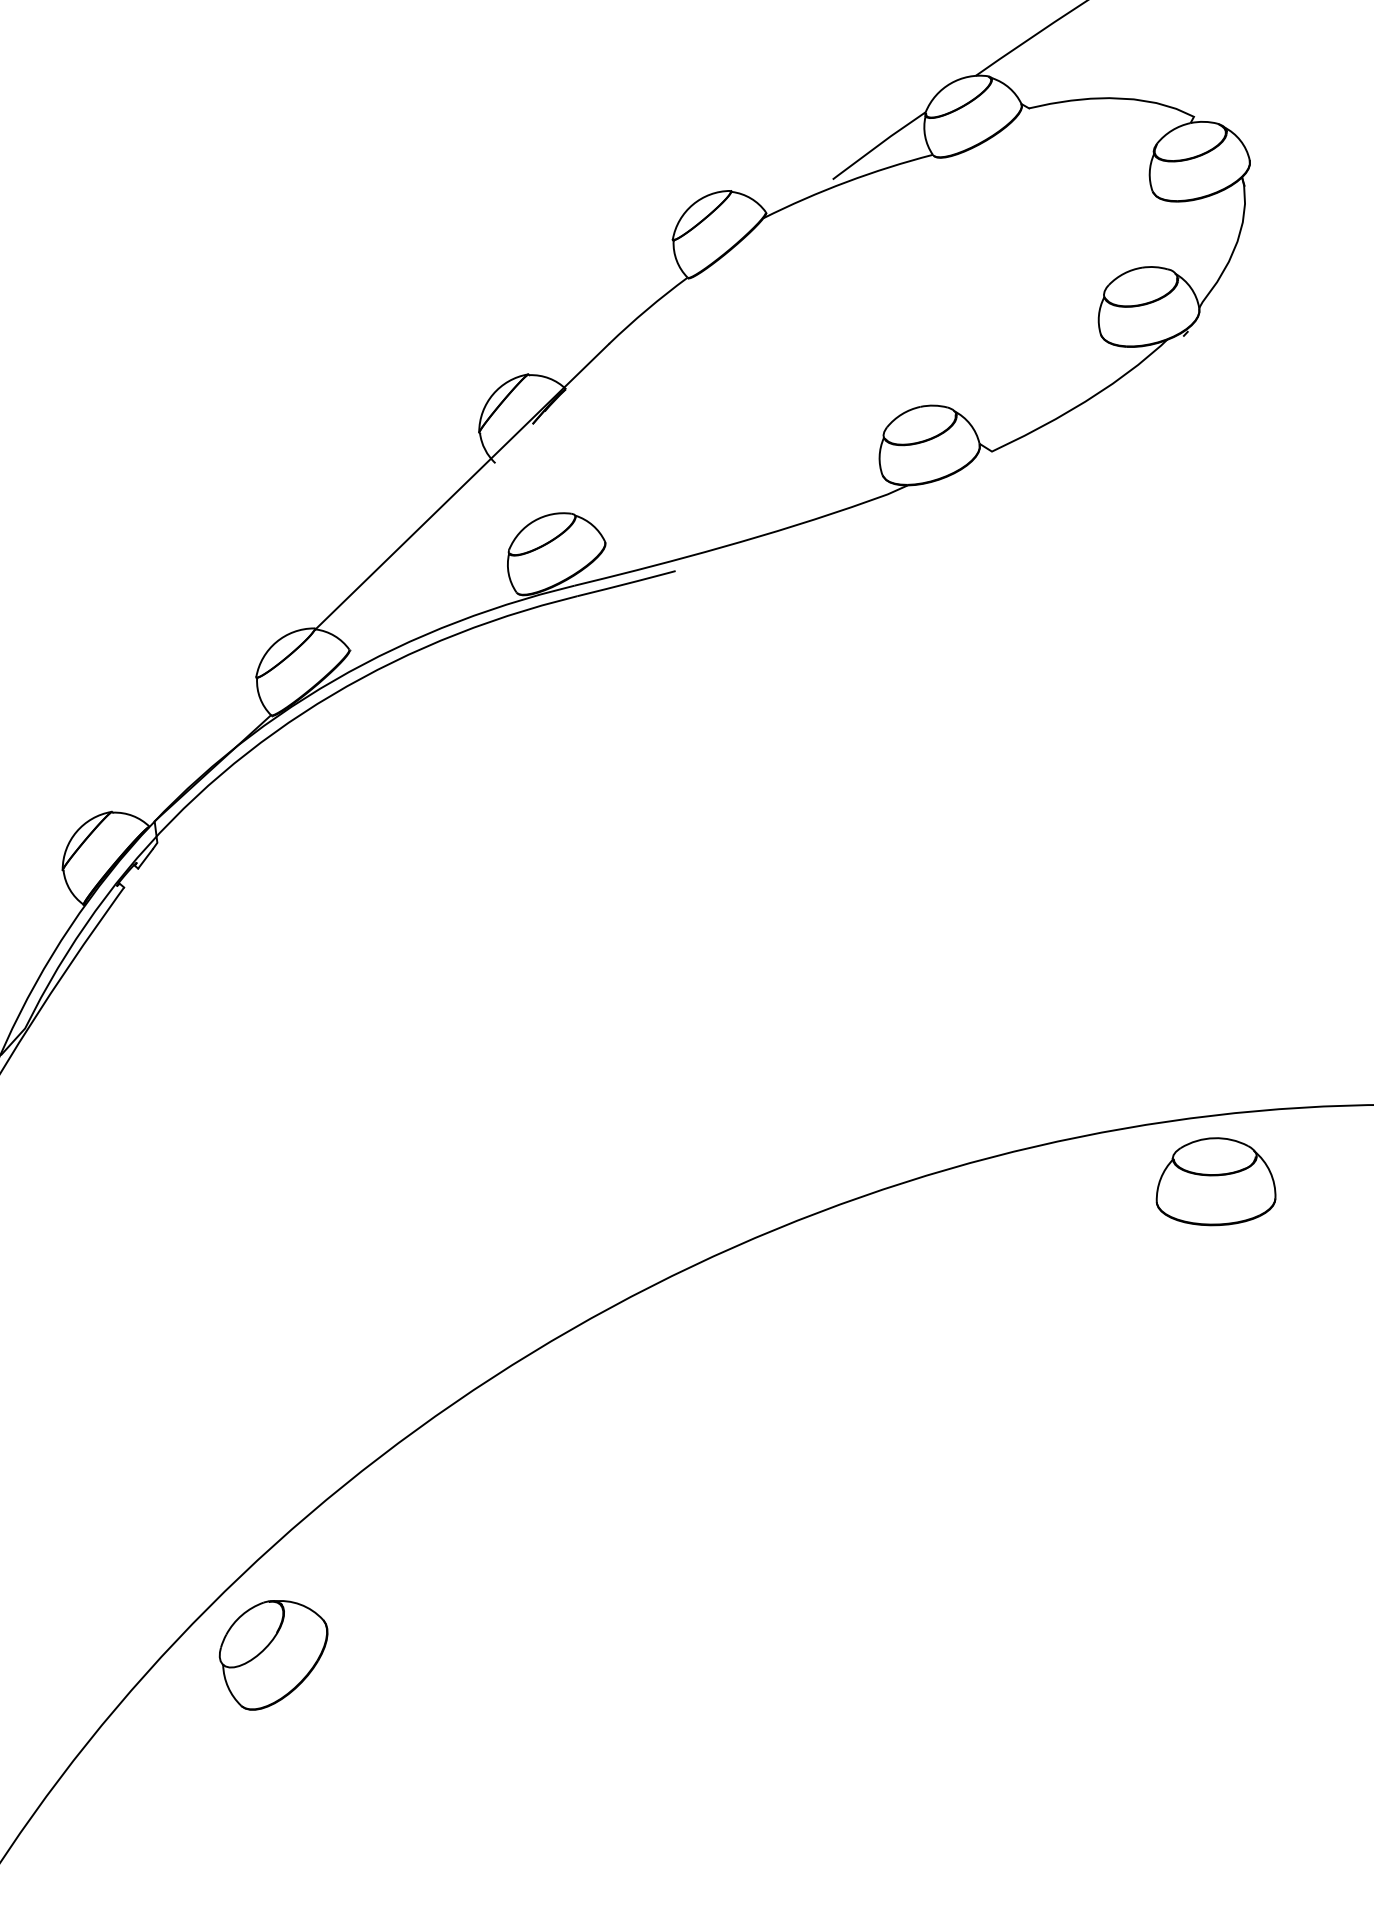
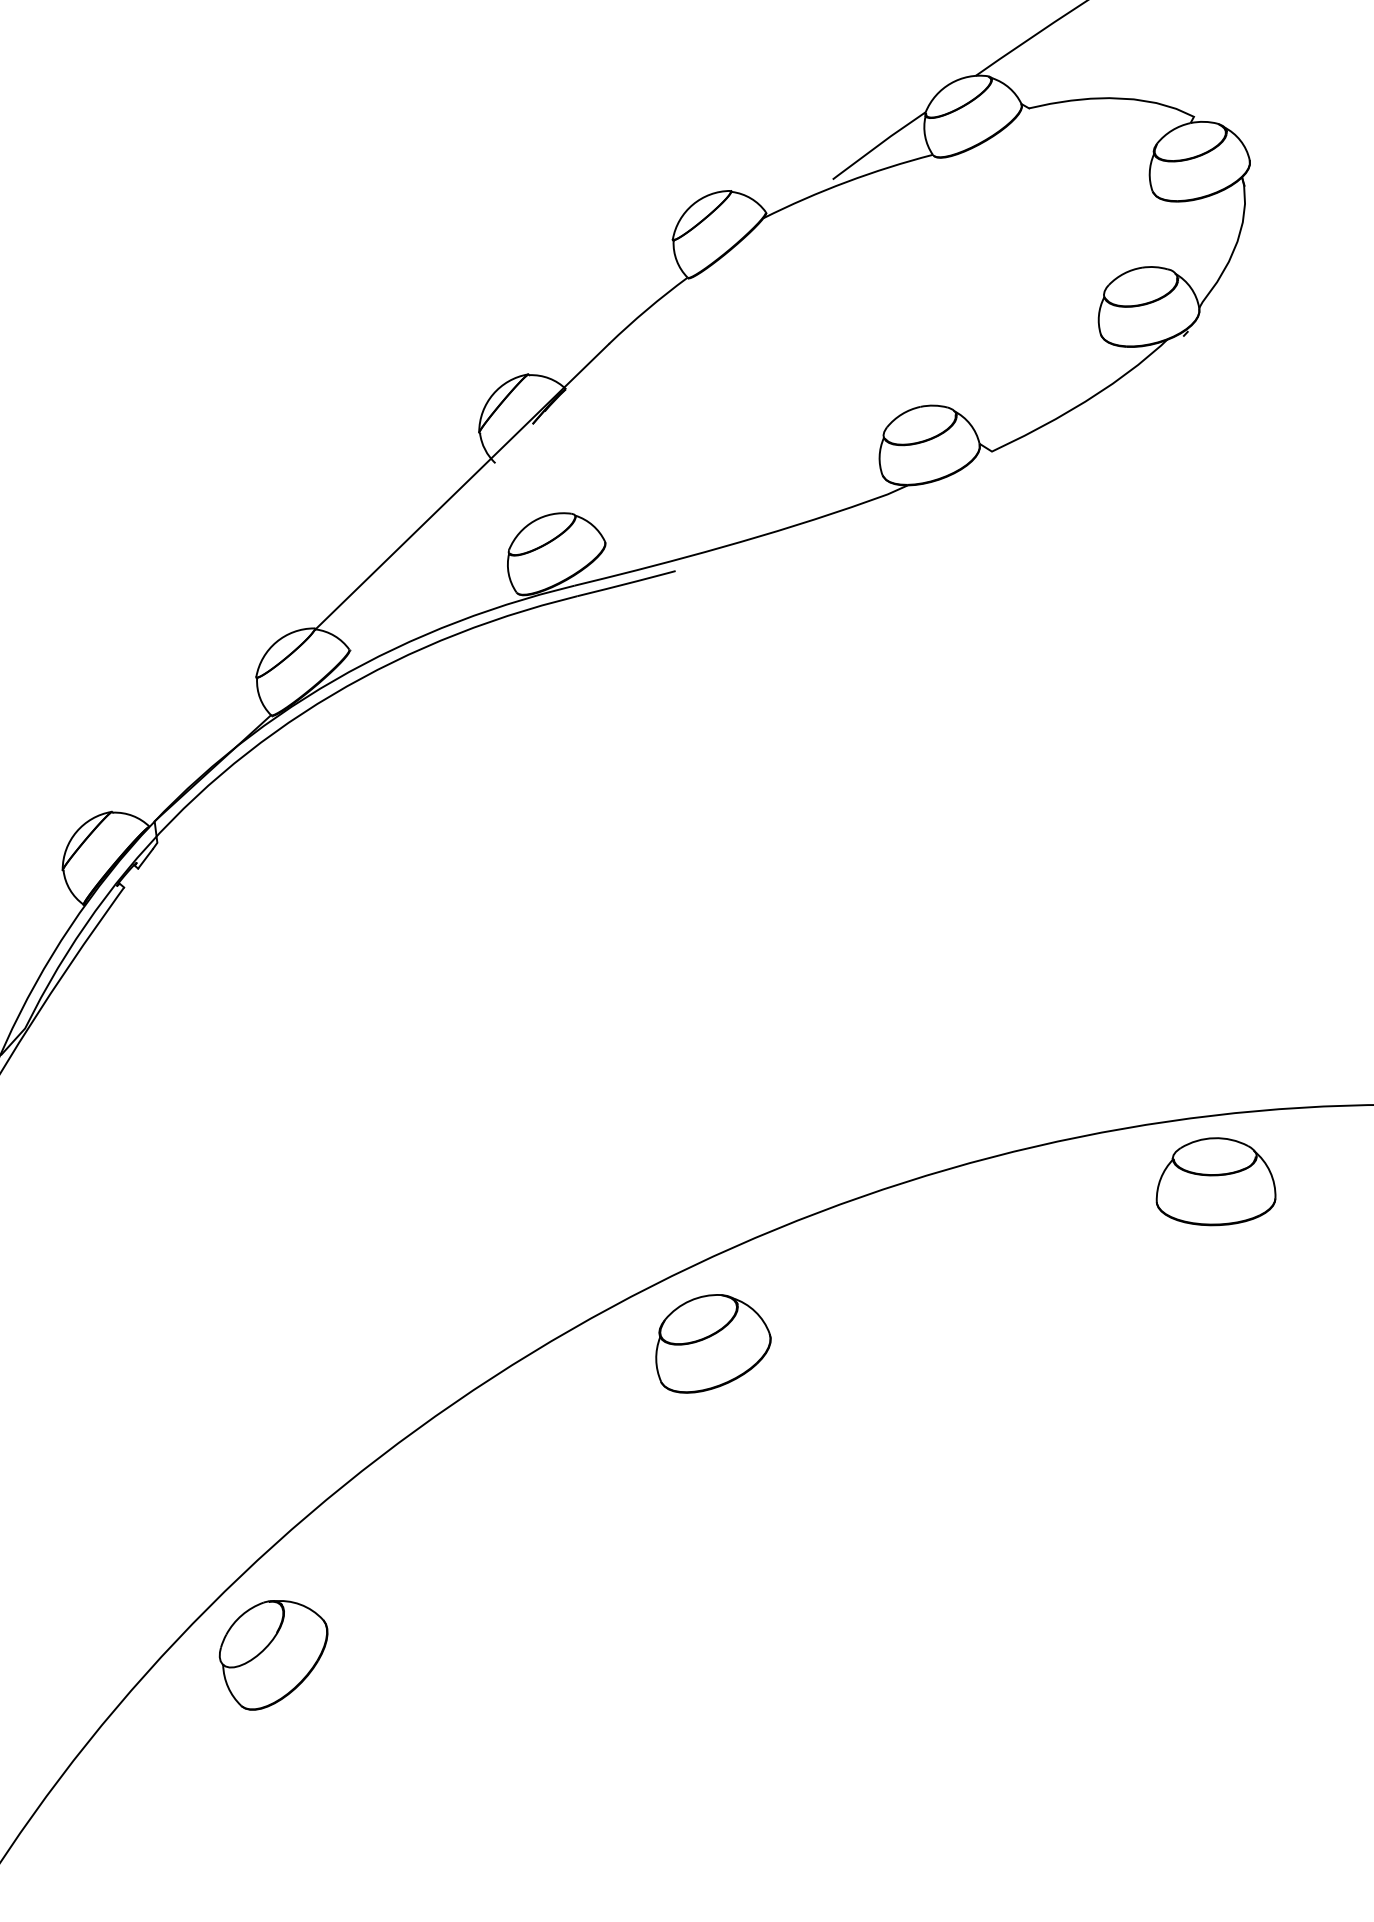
part at (713, 1343): none -> present
